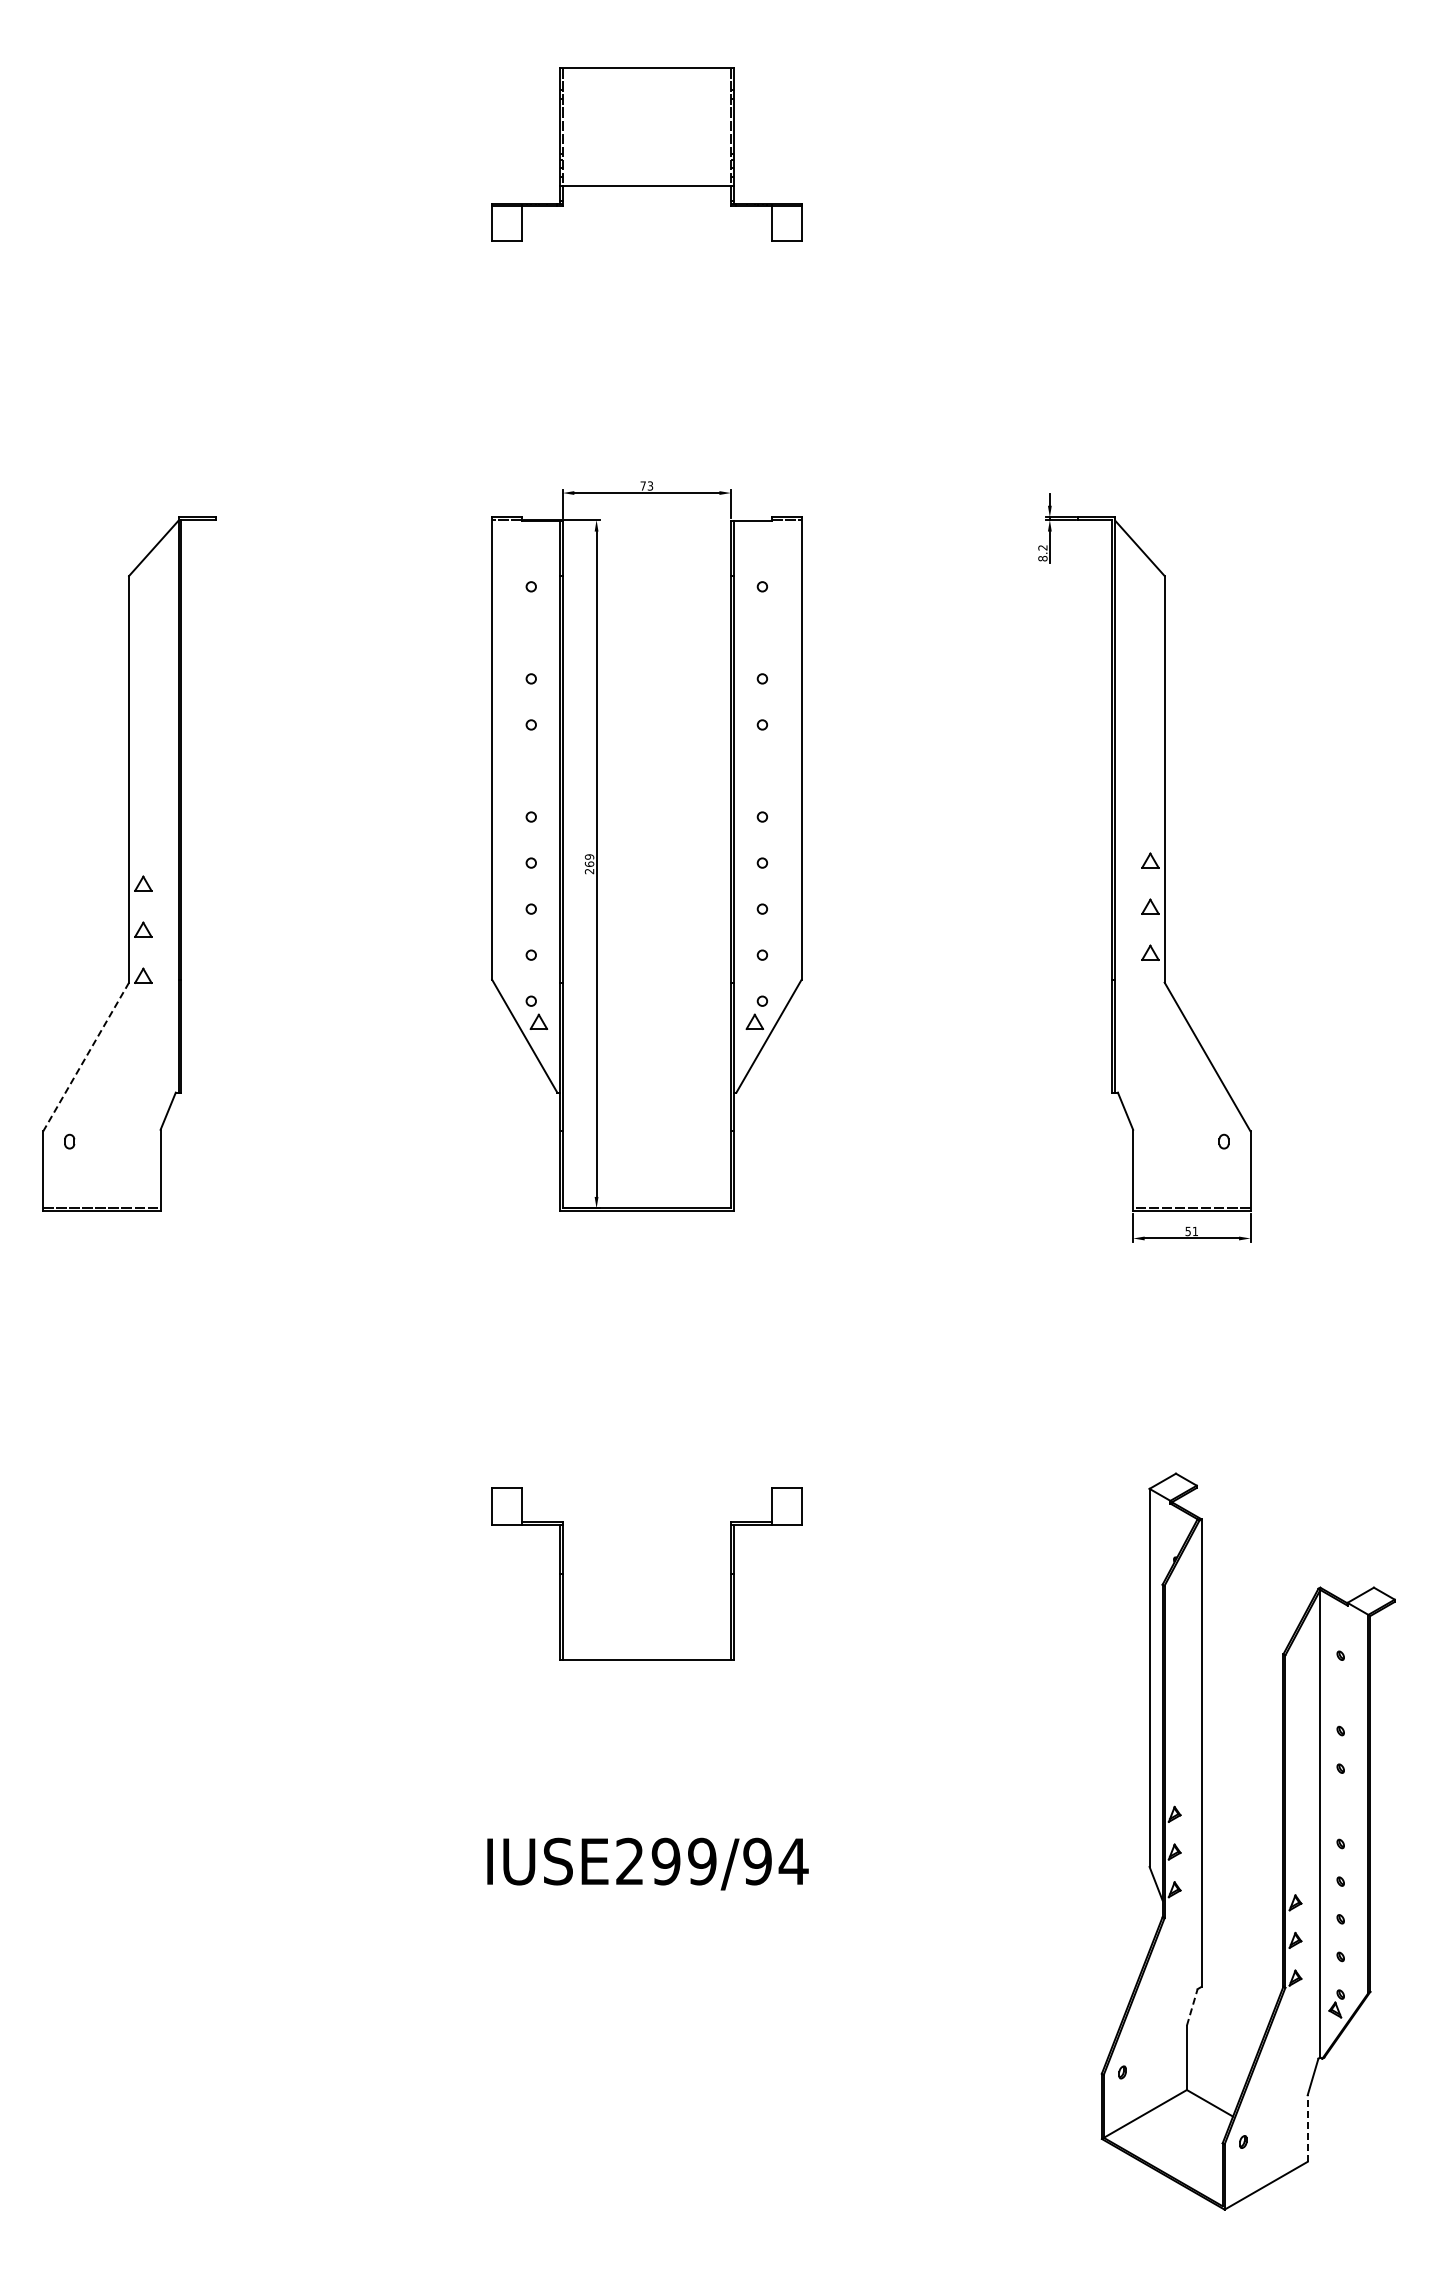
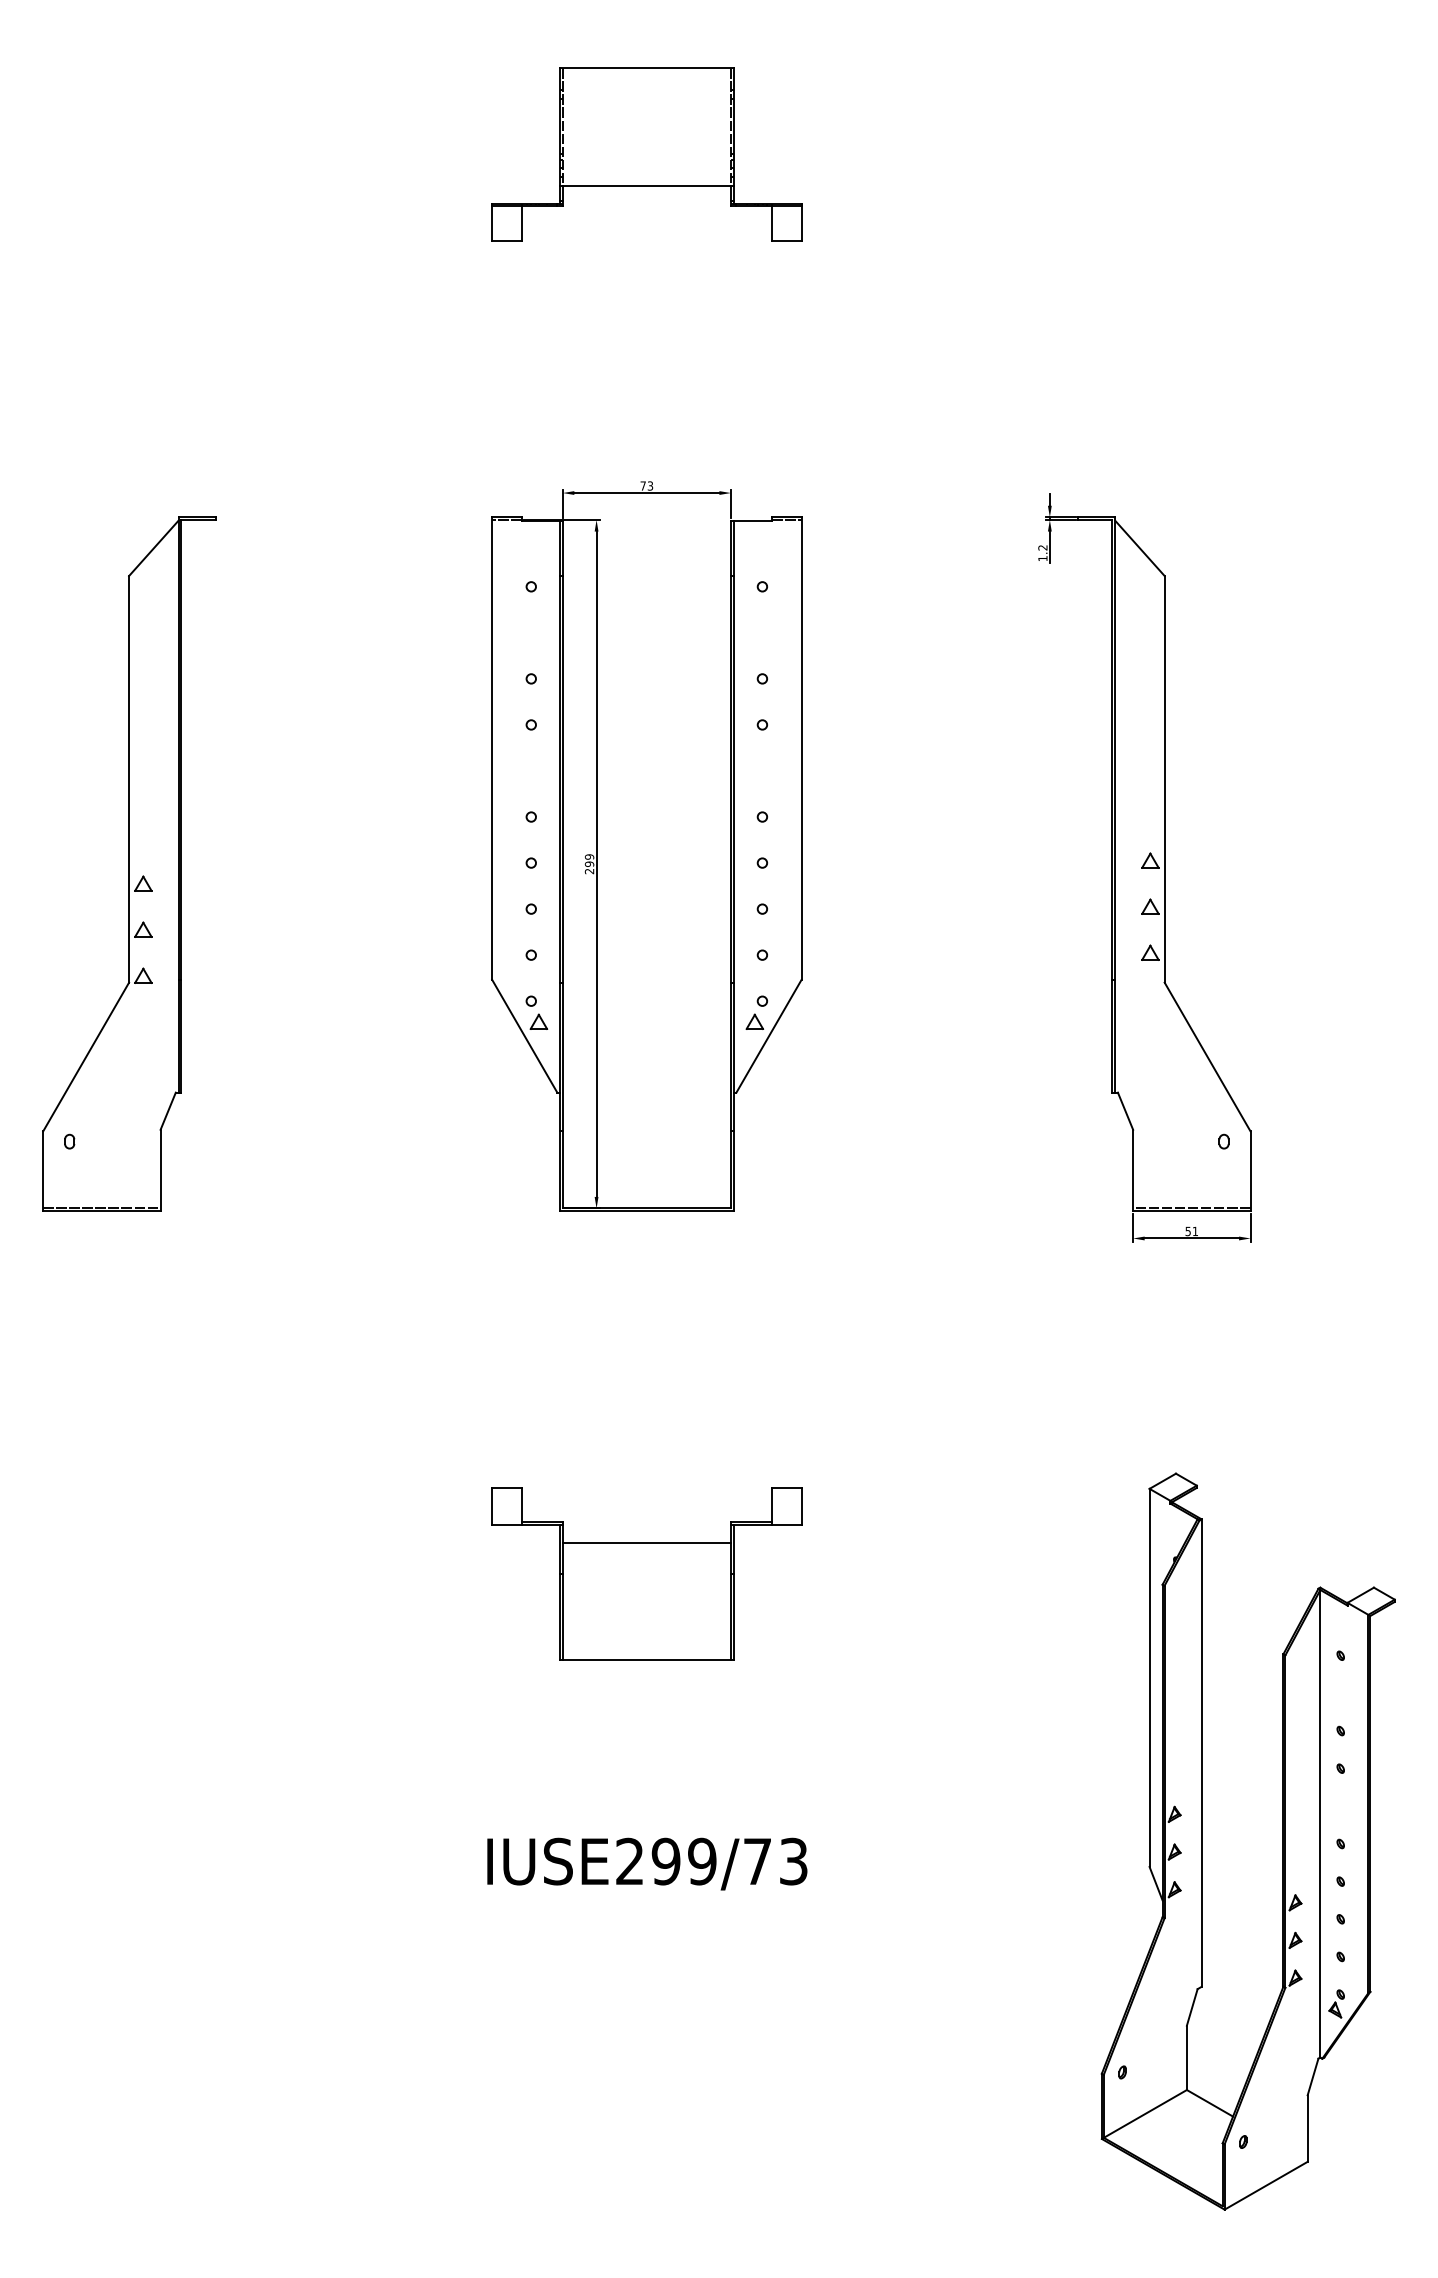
text at (1042, 558): 8.2 -> 1.2
text at (589, 863): 269 -> 299
line at (86, 1057): dashed -> solid
line at (646, 1542): none -> present
text at (775, 1861): IUSE299/94 -> IUSE299/73
line at (1192, 2006): dashed -> solid
line at (1307, 2128): dashed -> solid
